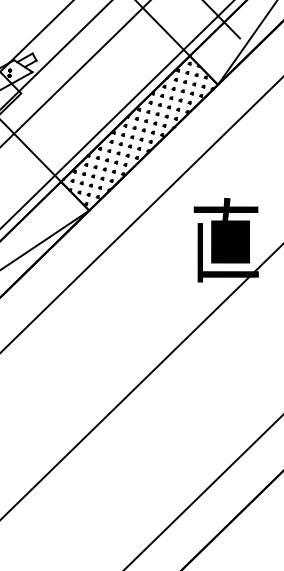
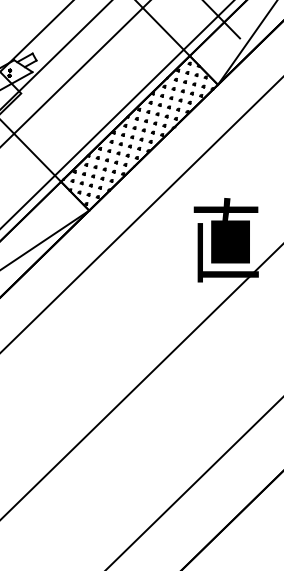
line at (203, 492) position: (203, 492) -> (194, 483)
